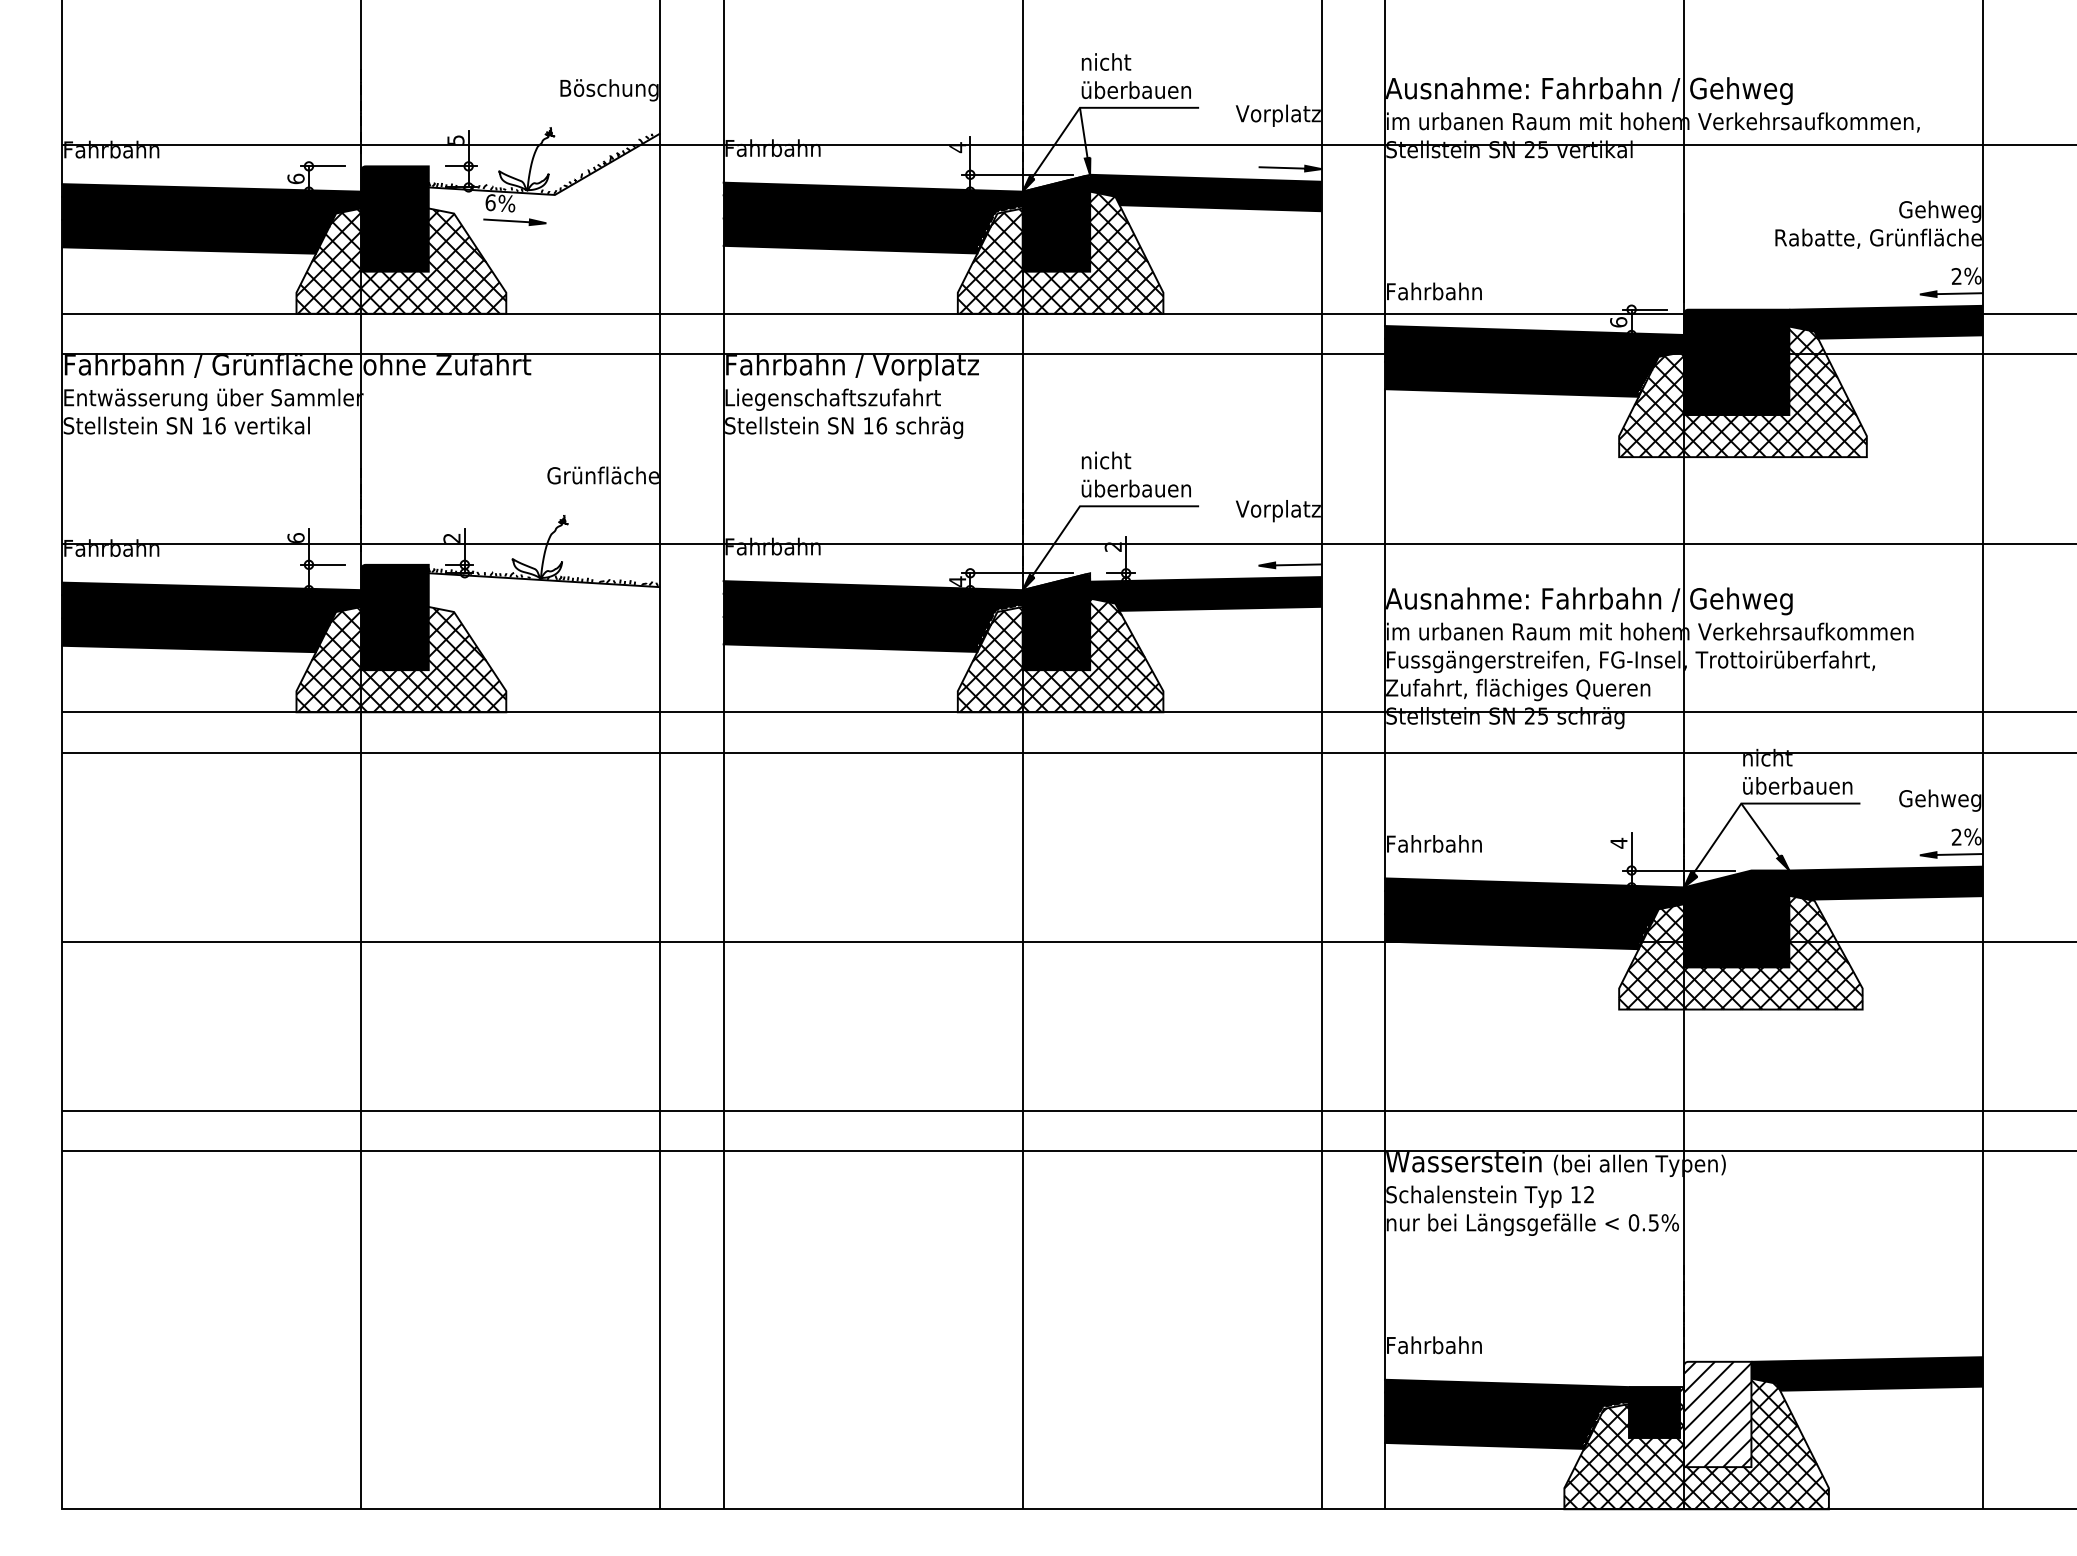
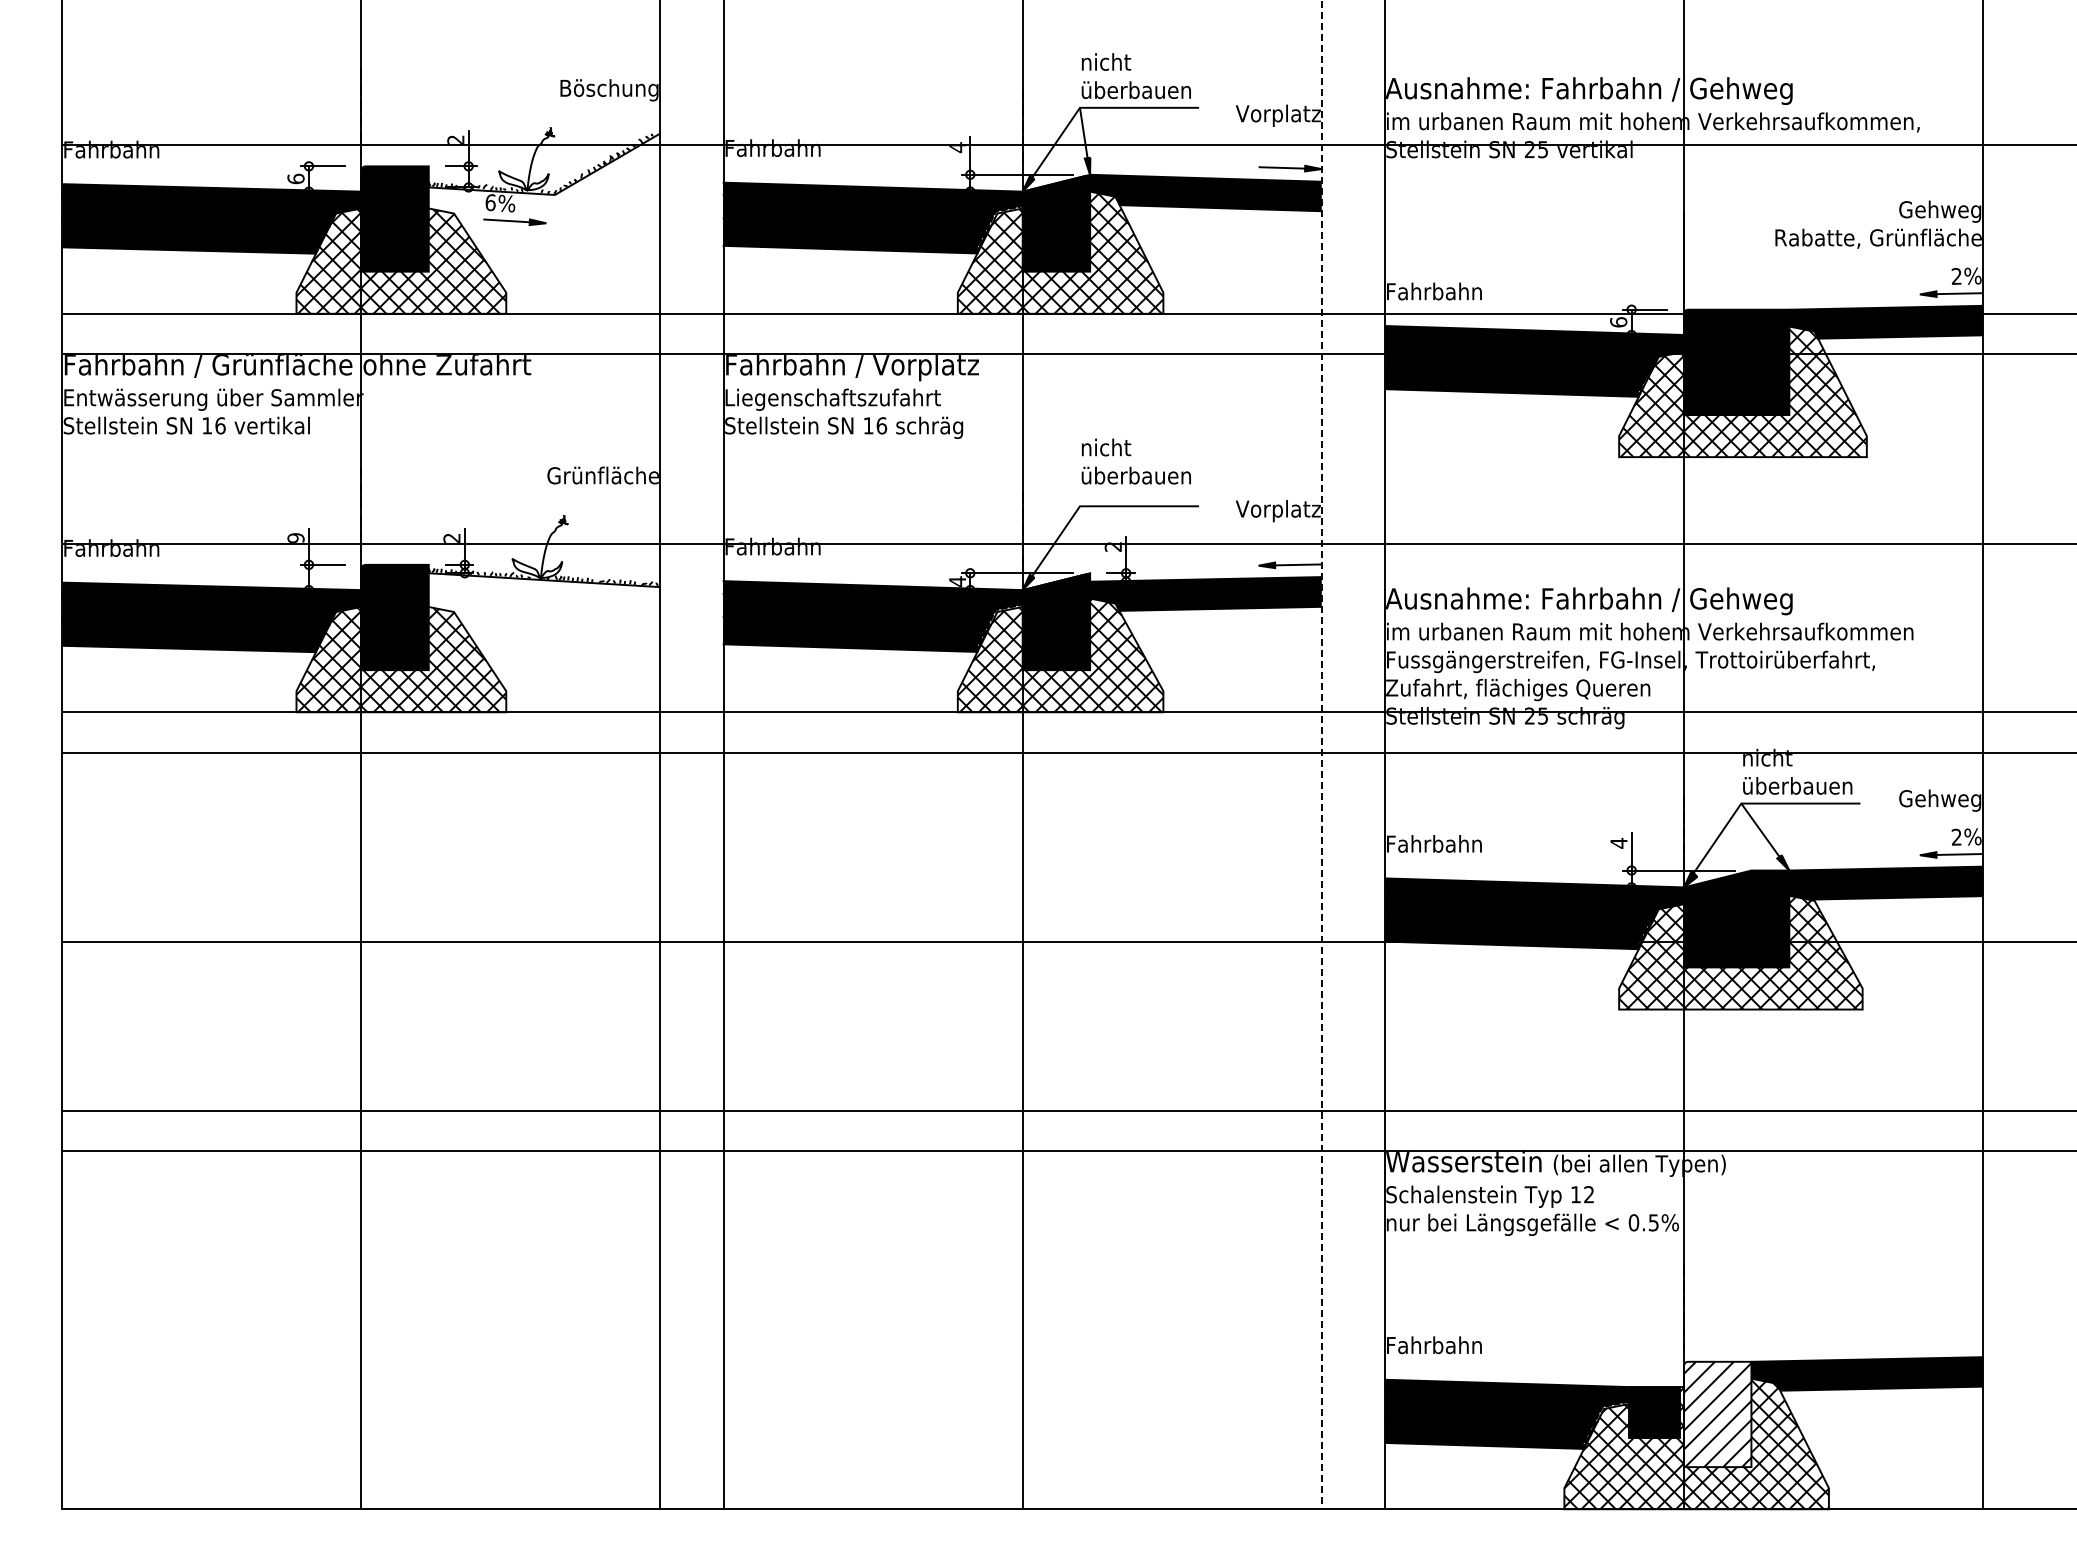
text at (455, 139): 5 -> 2
text at (1135, 474) position: (1135, 474) -> (1135, 461)
text at (295, 537): 6 -> 9
line at (1321, 755): solid -> dashed
